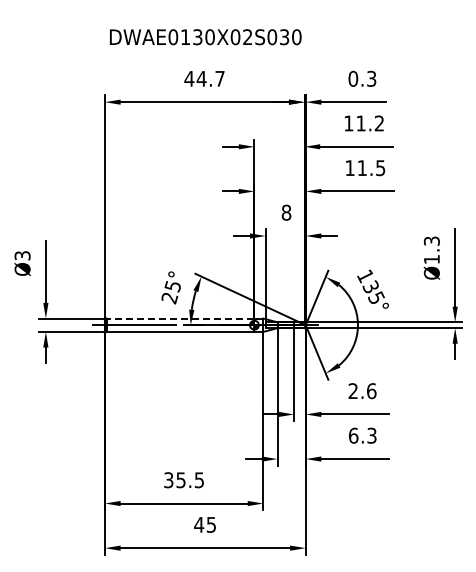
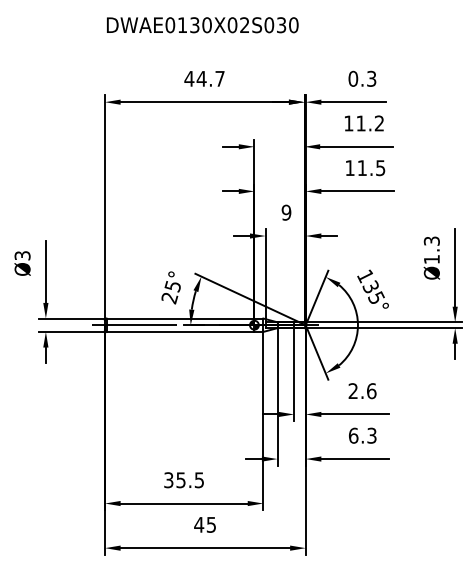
text at (205, 37) position: (205, 37) -> (202, 25)
text at (286, 212): 8 -> 9
line at (180, 318): dashed -> solid
